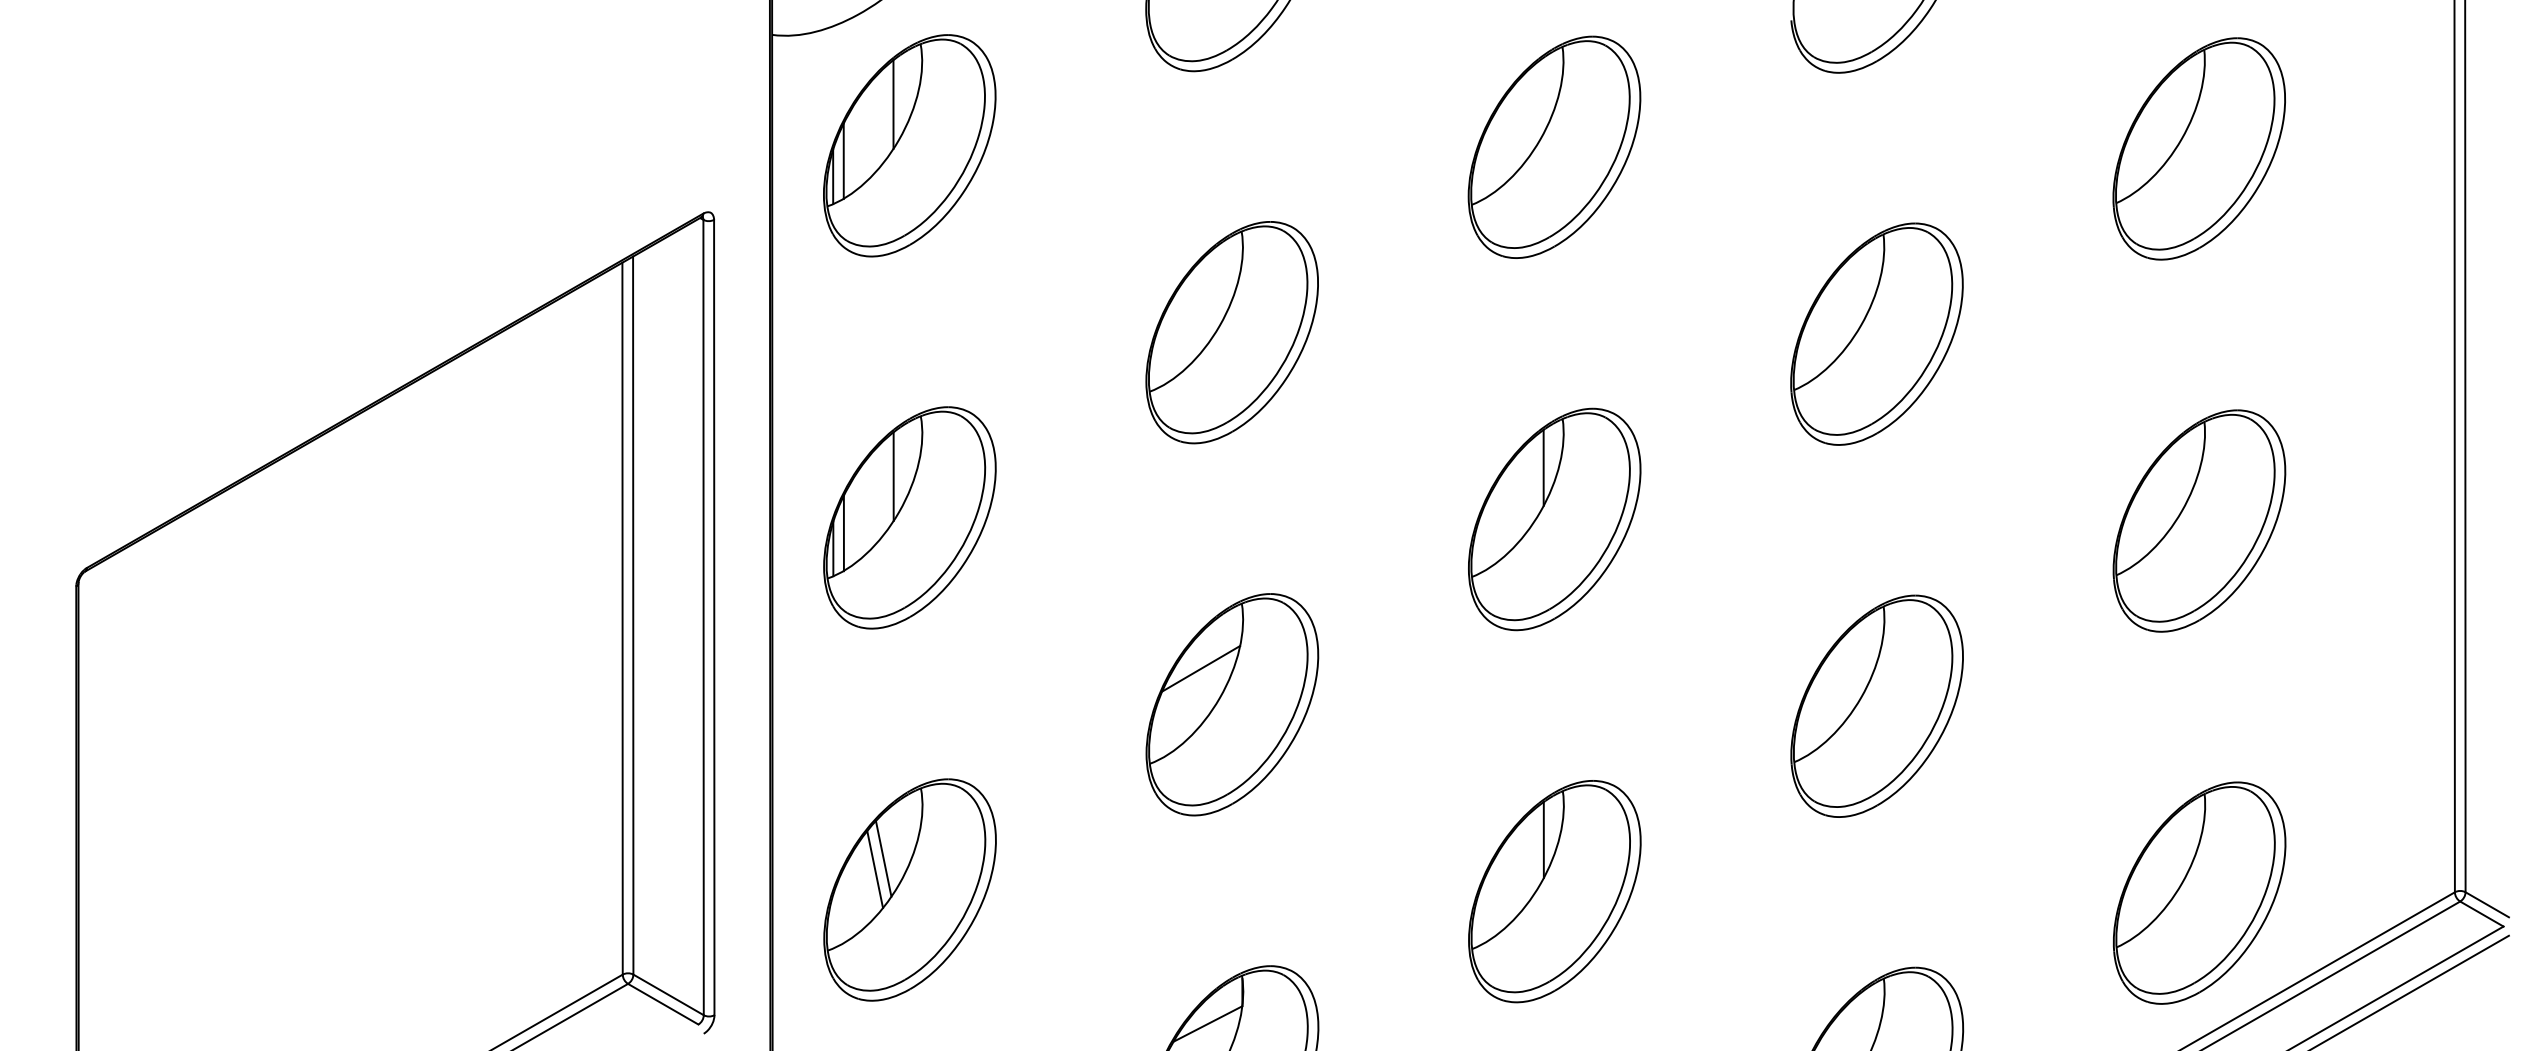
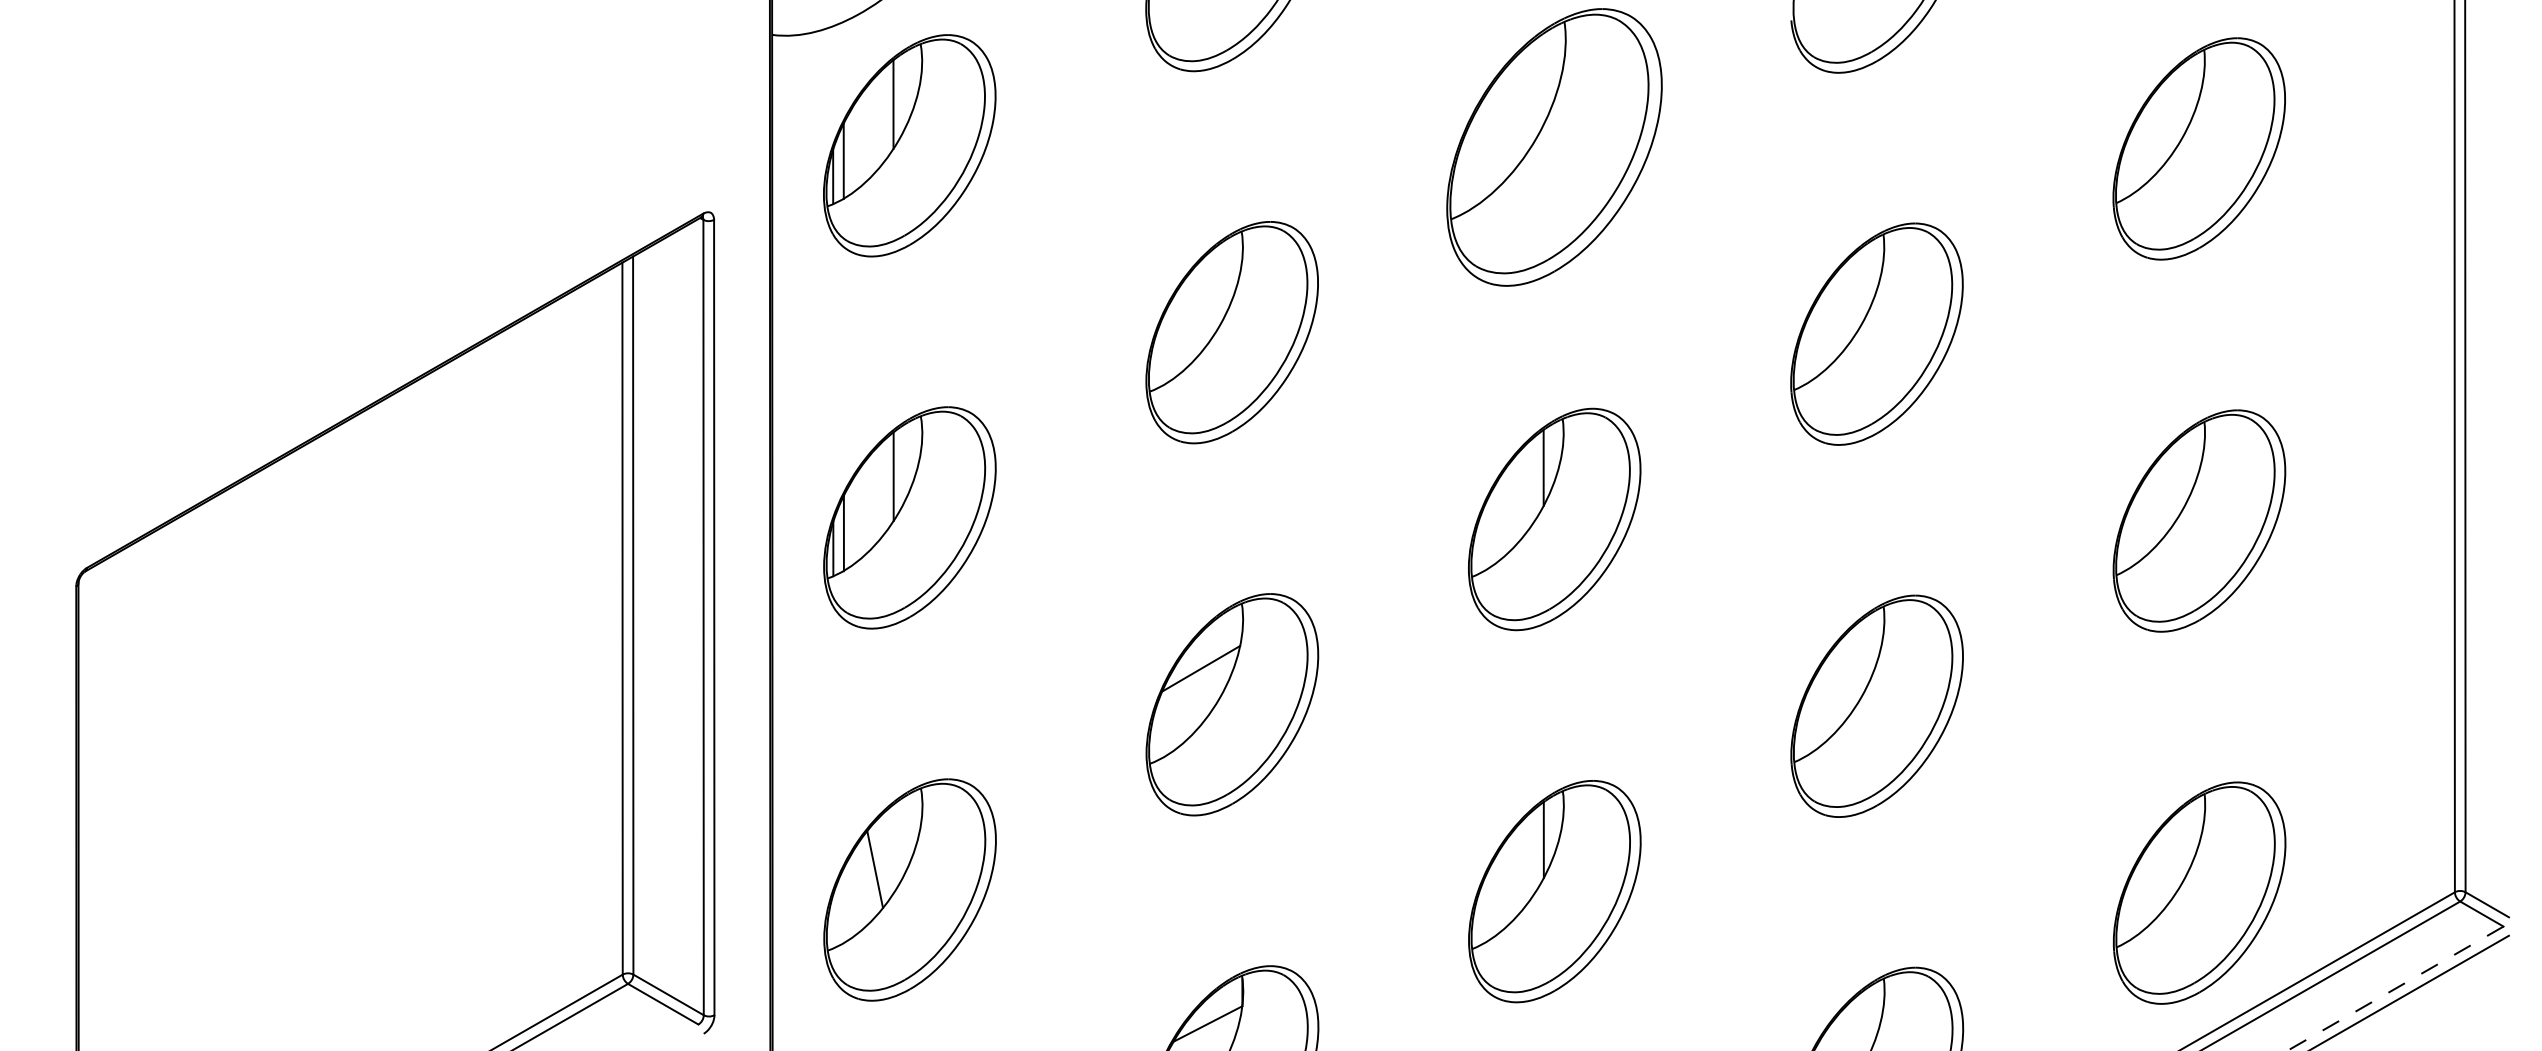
part at (1554, 146) size: 175x224 px -> 217x279 px
line at (883, 858): present -> none
line at (2395, 988): solid -> dashed
